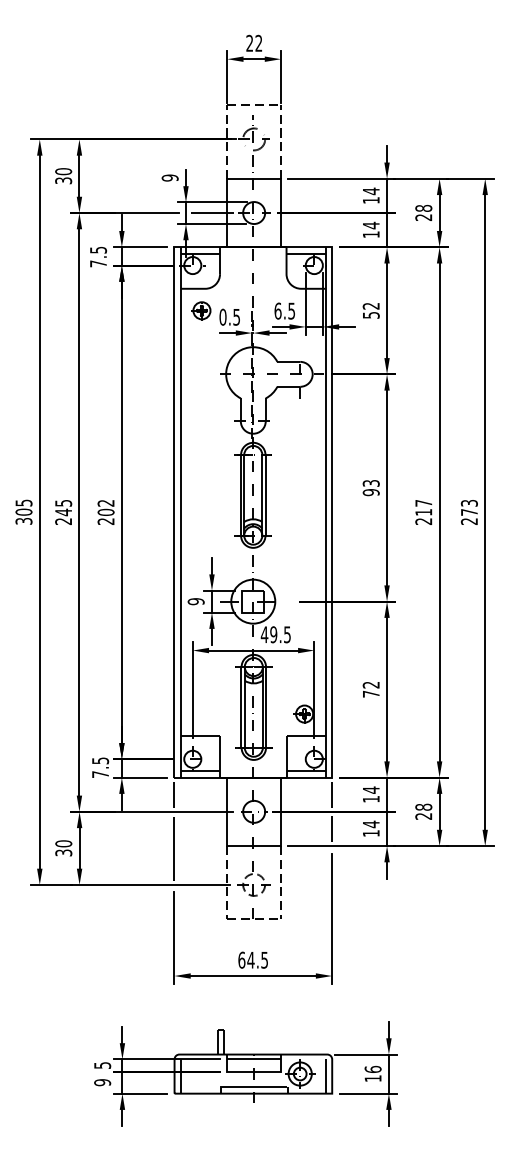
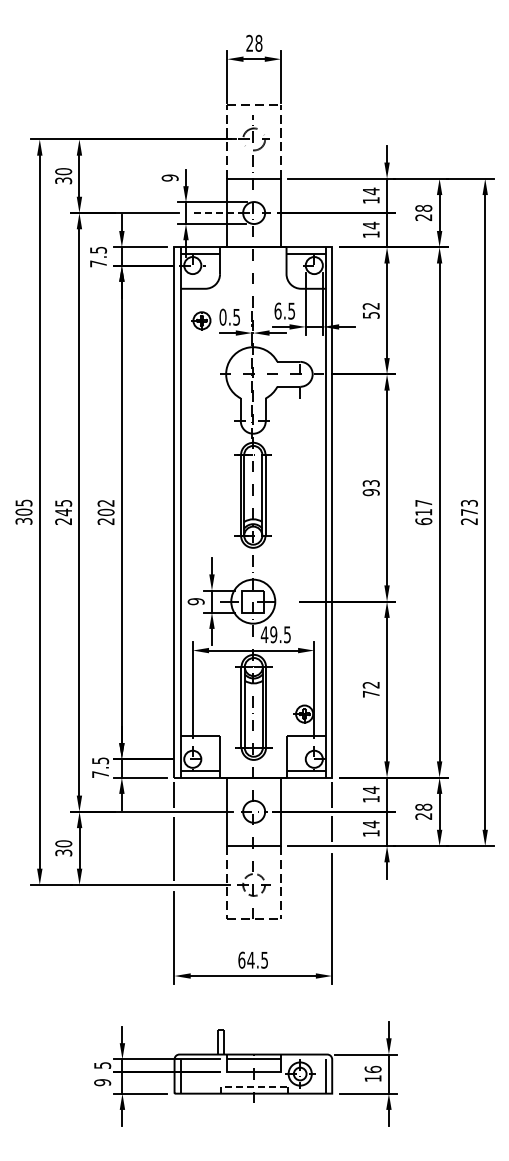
text at (258, 43): 22 -> 28
line at (212, 213): solid -> dashed
part at (201, 310) position: (201, 310) -> (201, 320)
text at (423, 521): 217 -> 617
line at (249, 1087): solid -> dashed
